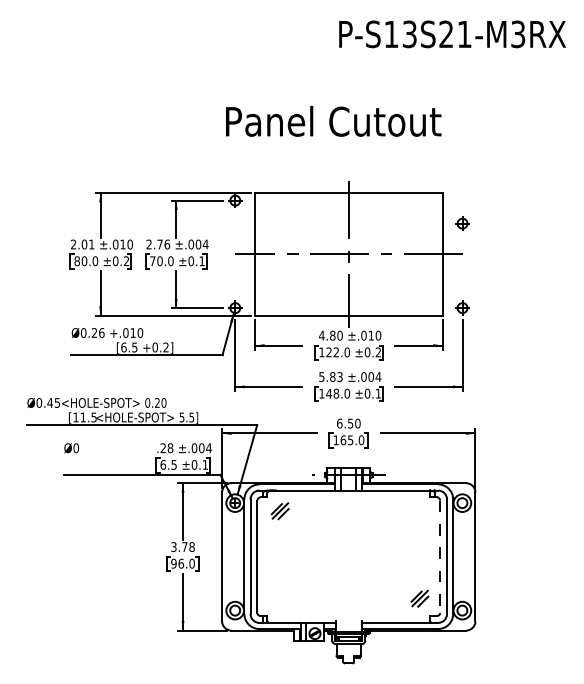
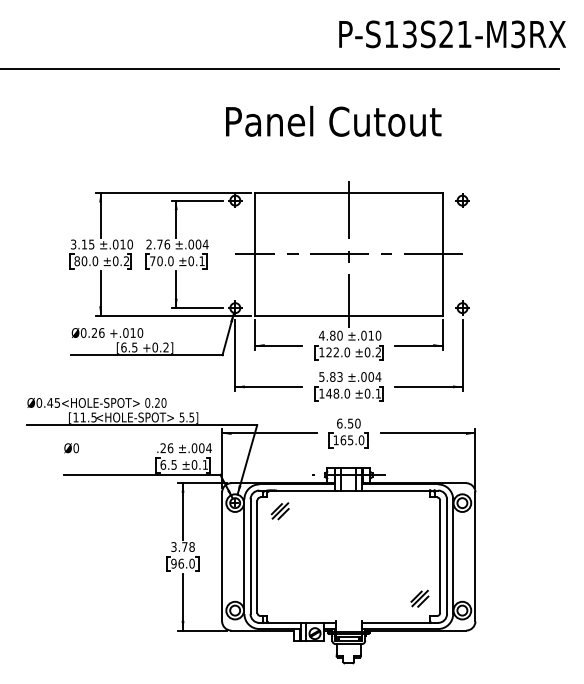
line at (280, 68): none -> present
part at (462, 223) position: (462, 223) -> (462, 200)
text at (82, 244): 2.01 -> 3.15
text at (170, 447): .28 -> .26
line at (440, 557): dashed -> solid
